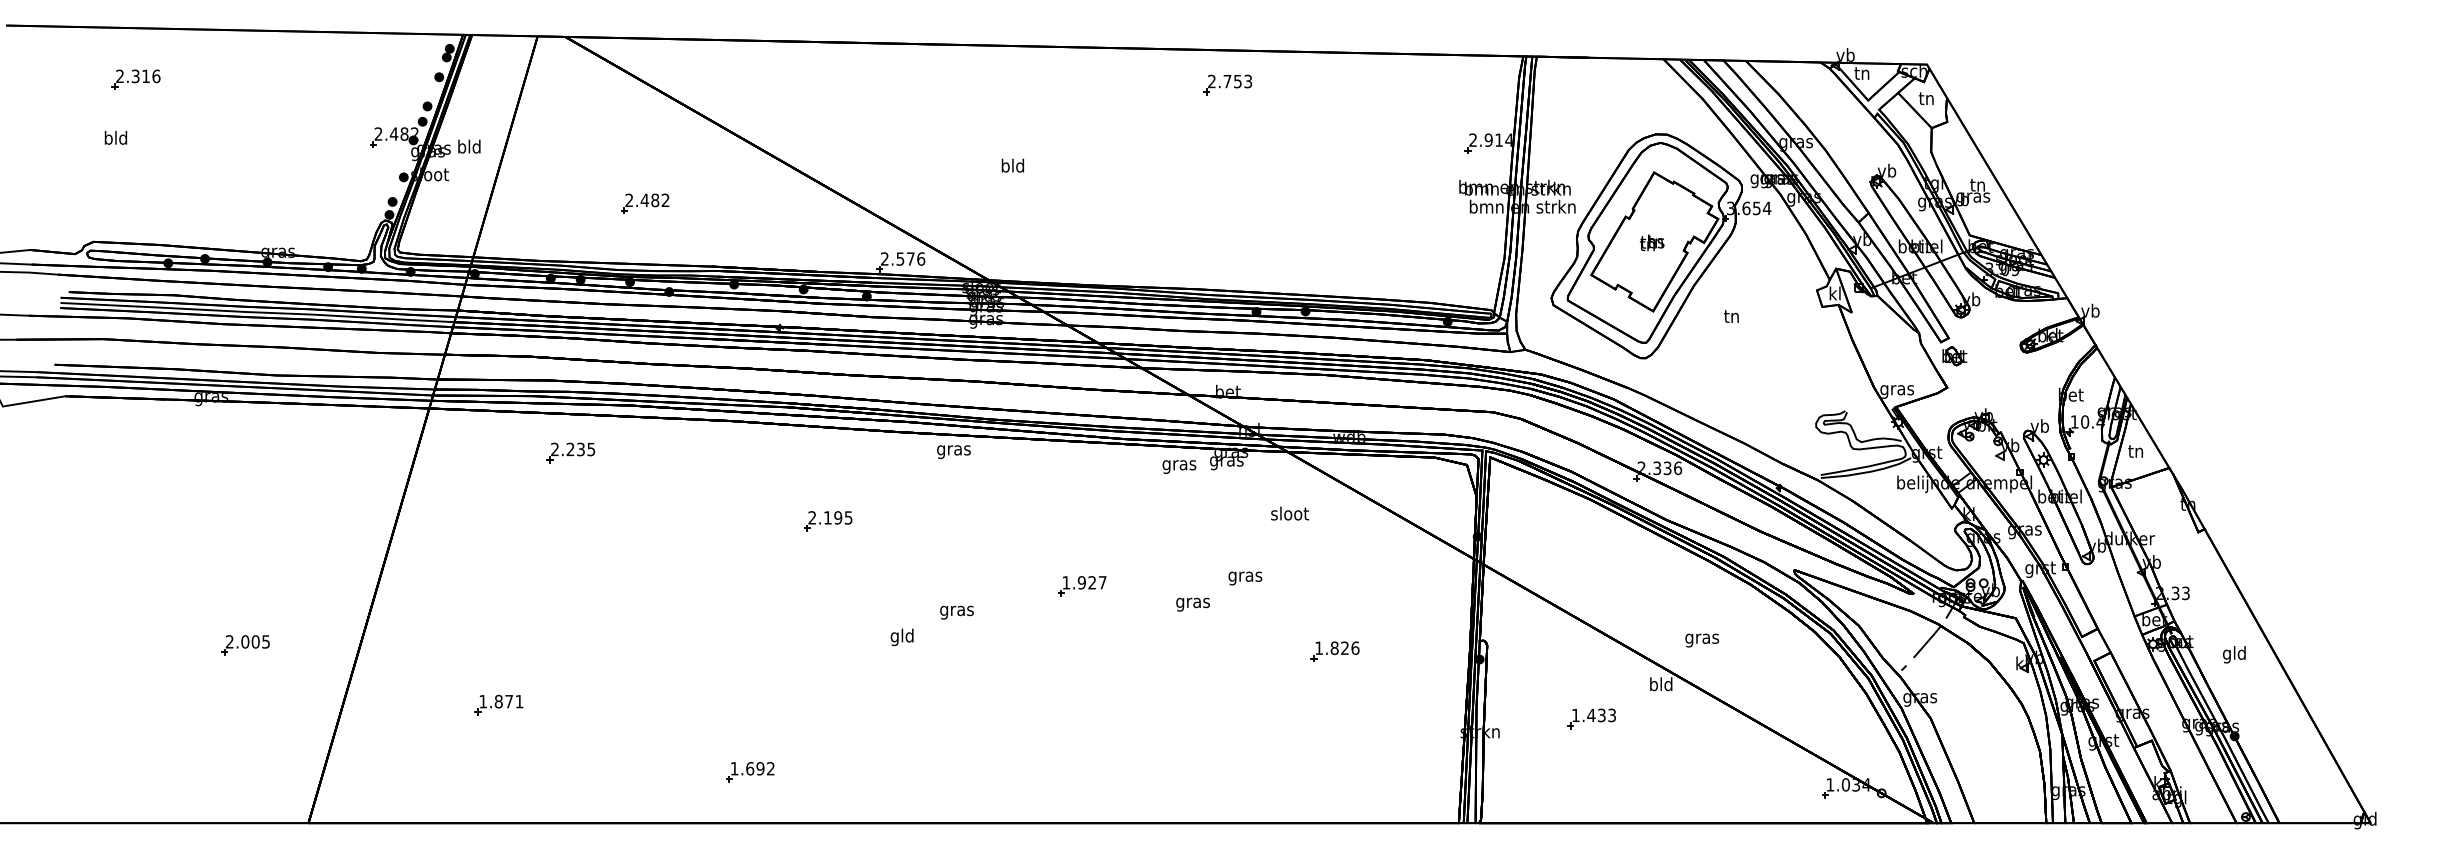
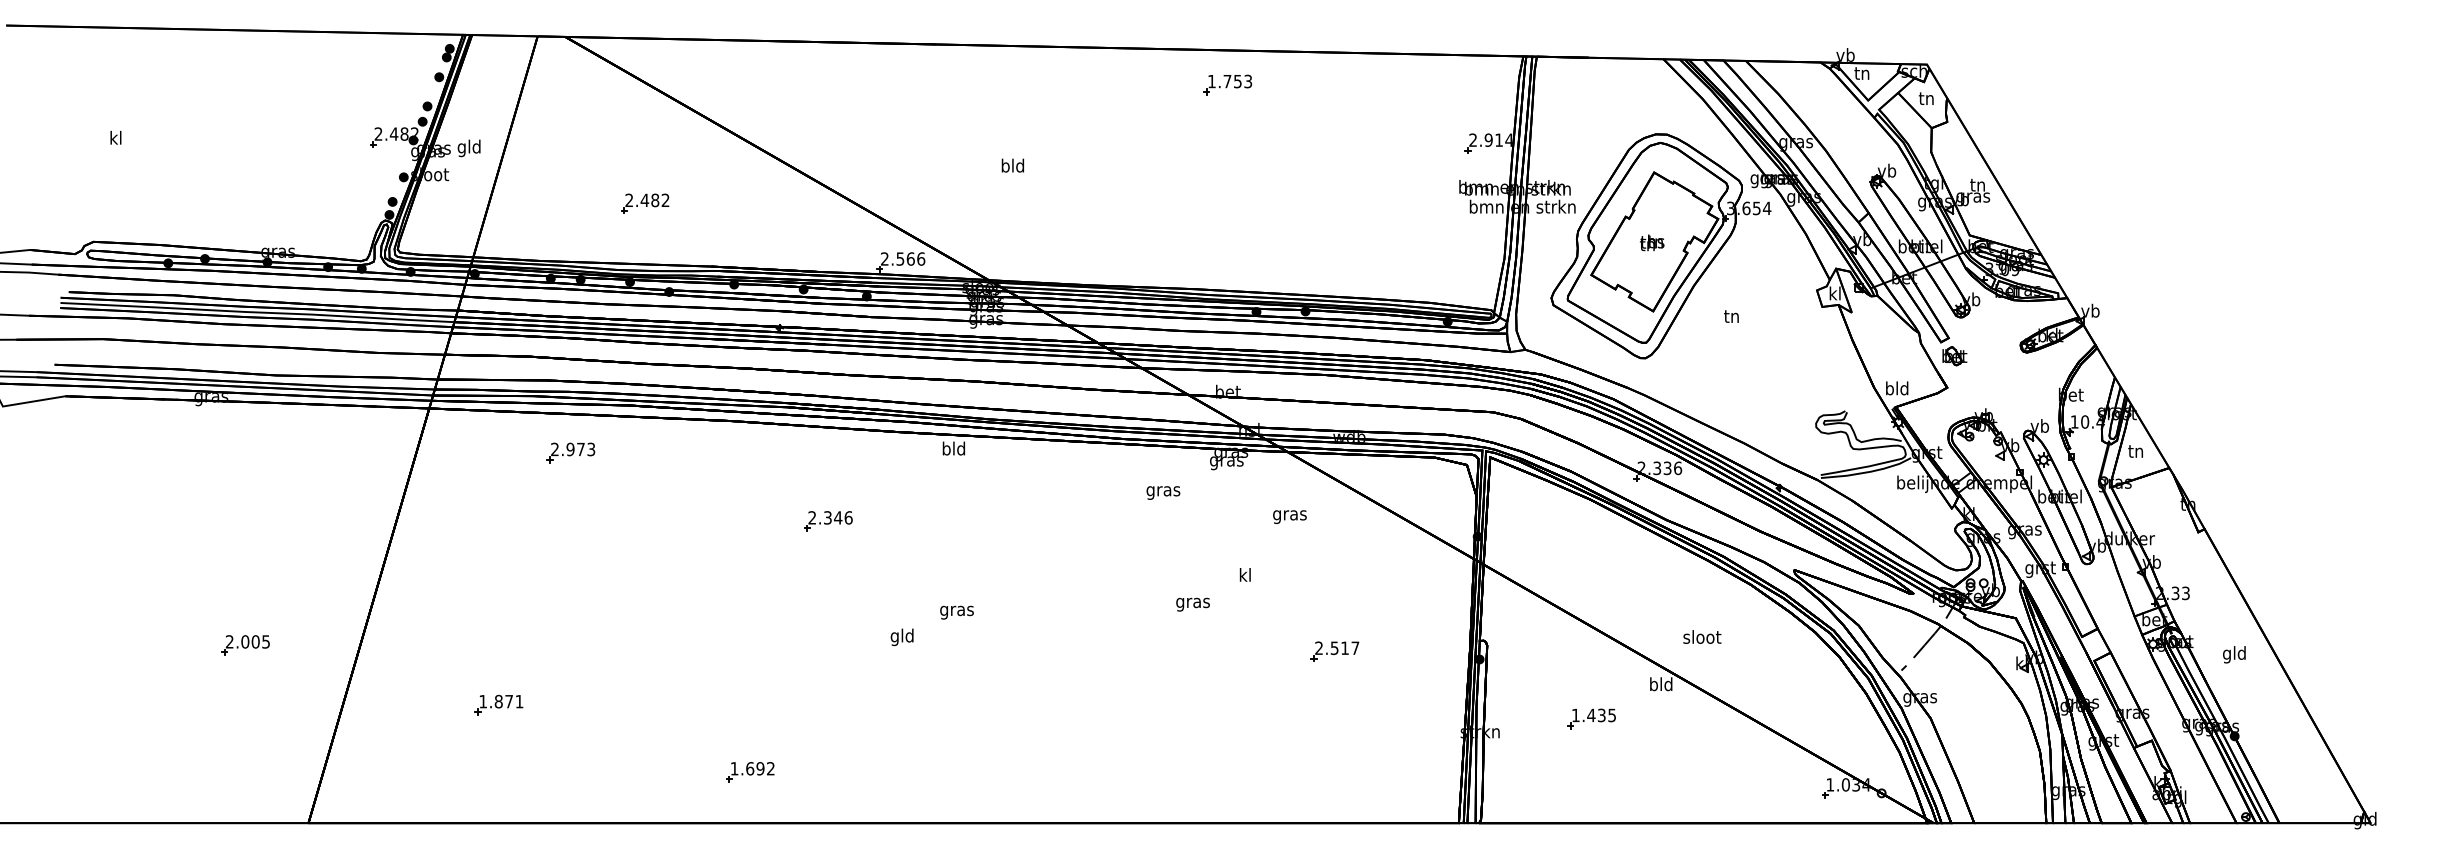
part at (135, 79): present -> none
text at (1211, 81): 2.753 -> 1.753
text at (115, 137): bld -> kl
text at (461, 148): bld -> gld
text at (910, 258): 2.576 -> 2.566
text at (1897, 389): gras -> bld
text at (580, 449): 2.235 -> 2.973
text at (953, 450): gras -> bld
text at (1179, 466) position: (1179, 466) -> (1163, 492)
text at (1290, 515): sloot -> gras
text at (838, 517): 2.195 -> 2.346
text at (1245, 576): gras -> kl
part at (1082, 586): present -> none
text at (1702, 638): gras -> sloot
text at (1337, 648): 1.826 -> 2.517
text at (1611, 714): 1.433 -> 1.435
